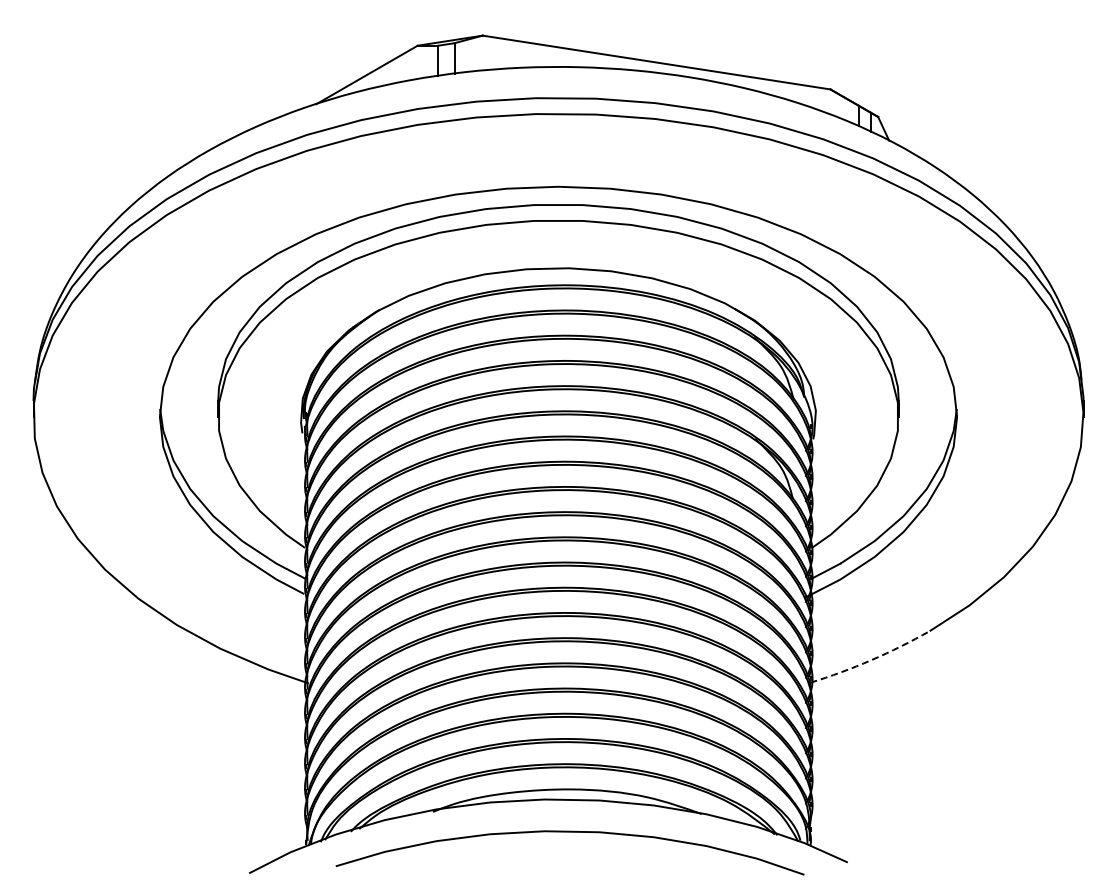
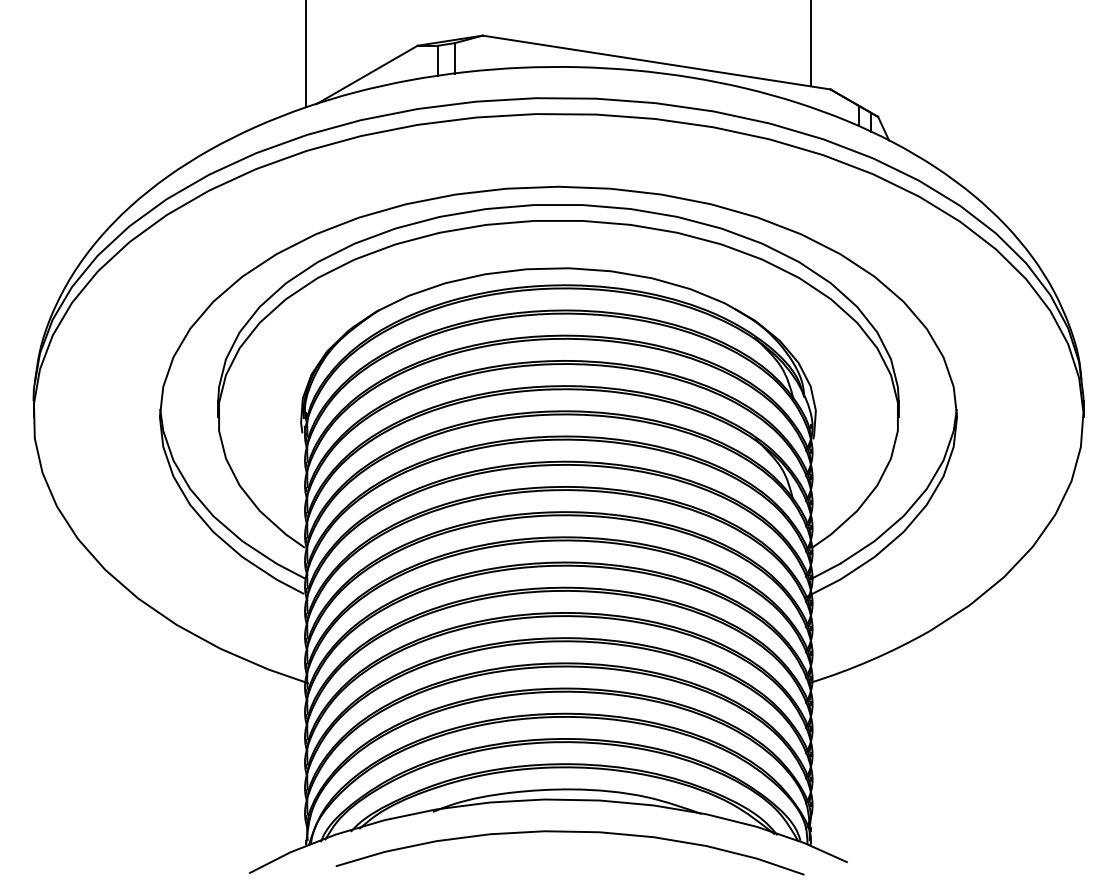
line at (811, 44): none -> present
line at (305, 54): none -> present
arc at (871, 660): dashed -> solid
